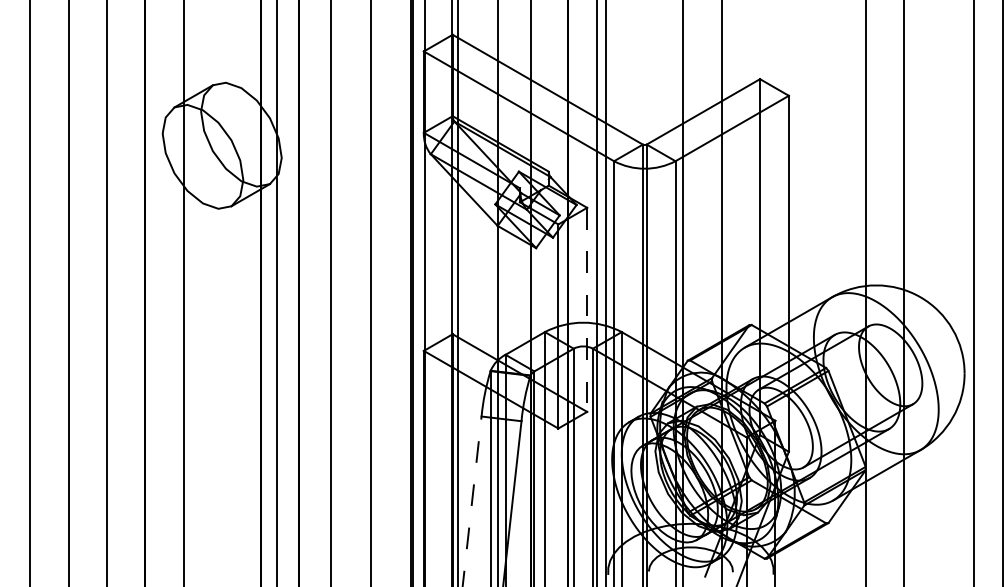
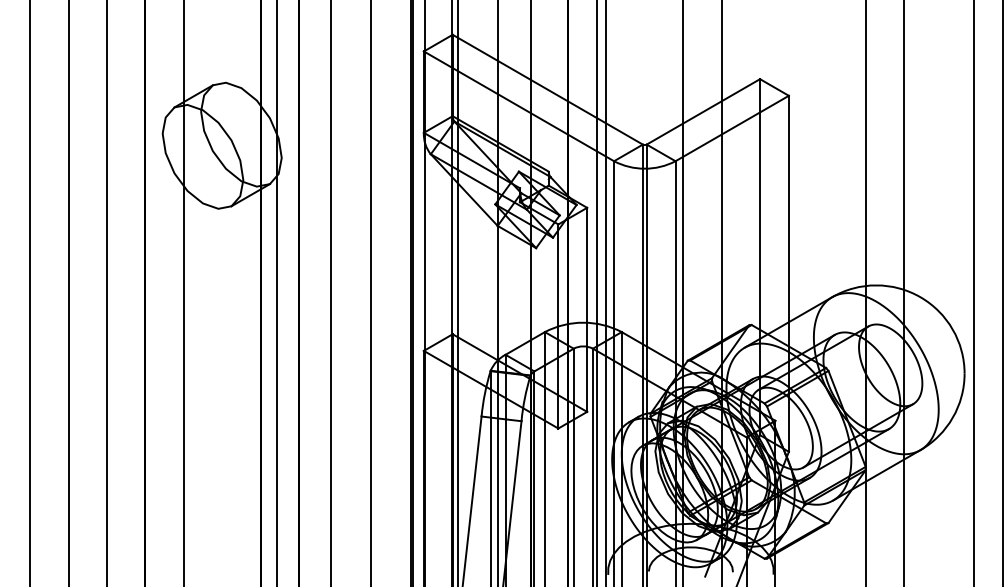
line at (587, 310): dashed -> solid
line at (472, 500): dashed -> solid
